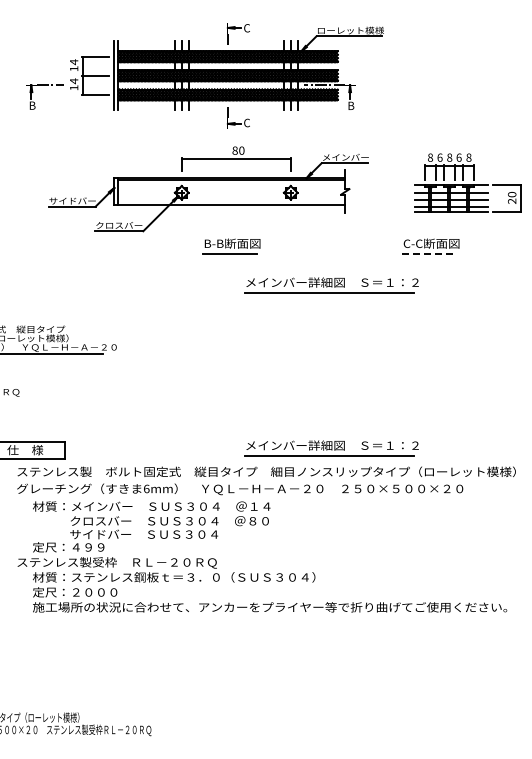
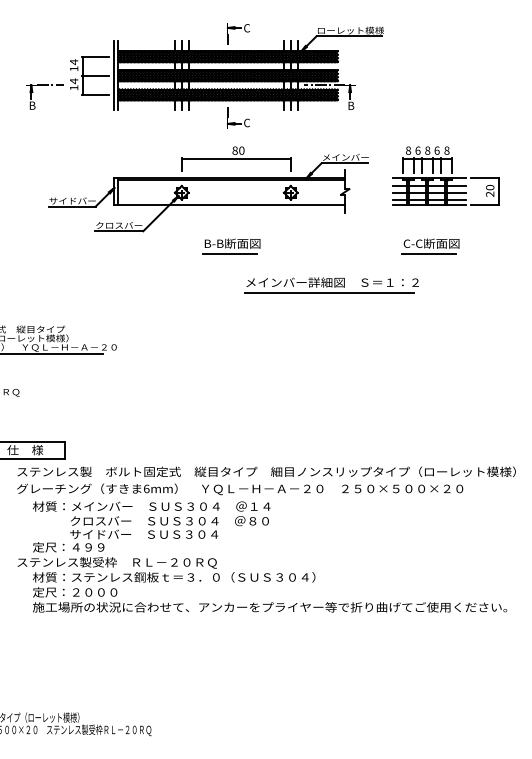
part at (467, 182) position: (467, 182) -> (445, 175)
line at (429, 253): dashed -> solid
part at (331, 448): present -> none
